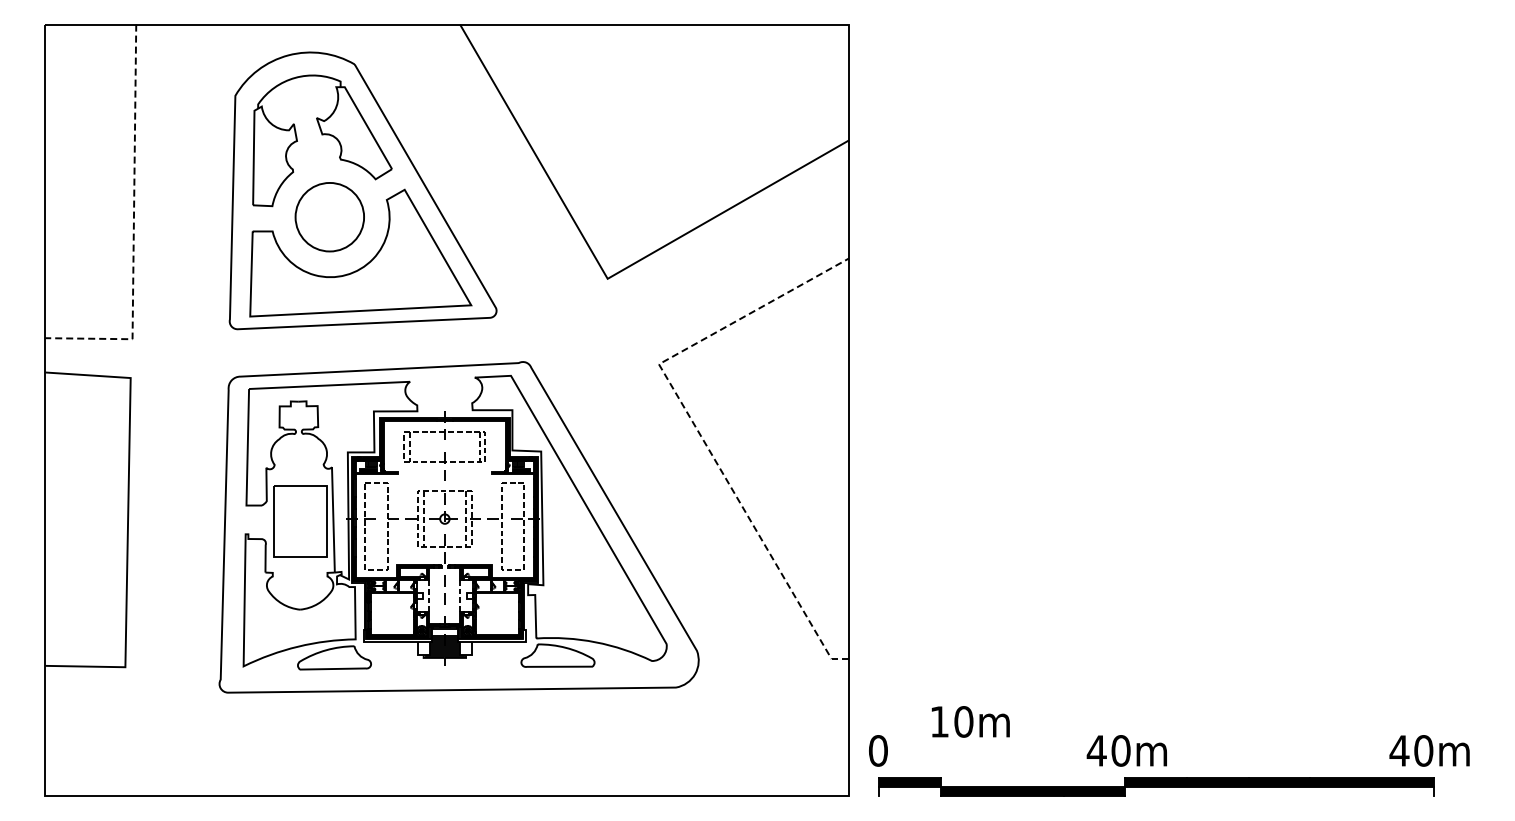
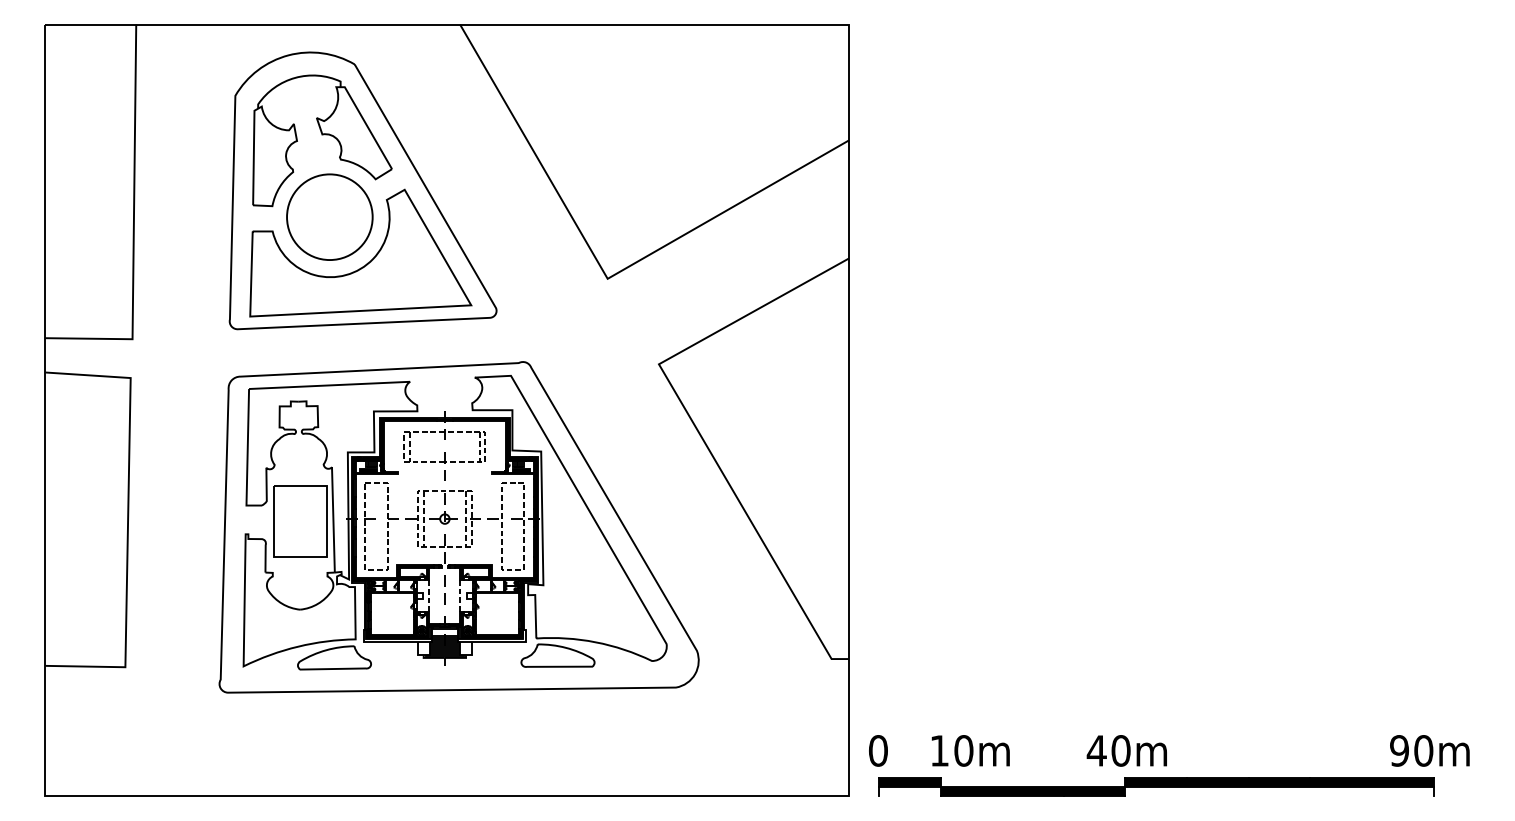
circle at (329, 216) diameter: 69 px -> 86 px
line at (133, 226): dashed -> solid
line at (694, 425): dashed -> solid
text at (970, 721) position: (970, 721) -> (970, 750)
text at (1399, 750): 40m -> 90m
